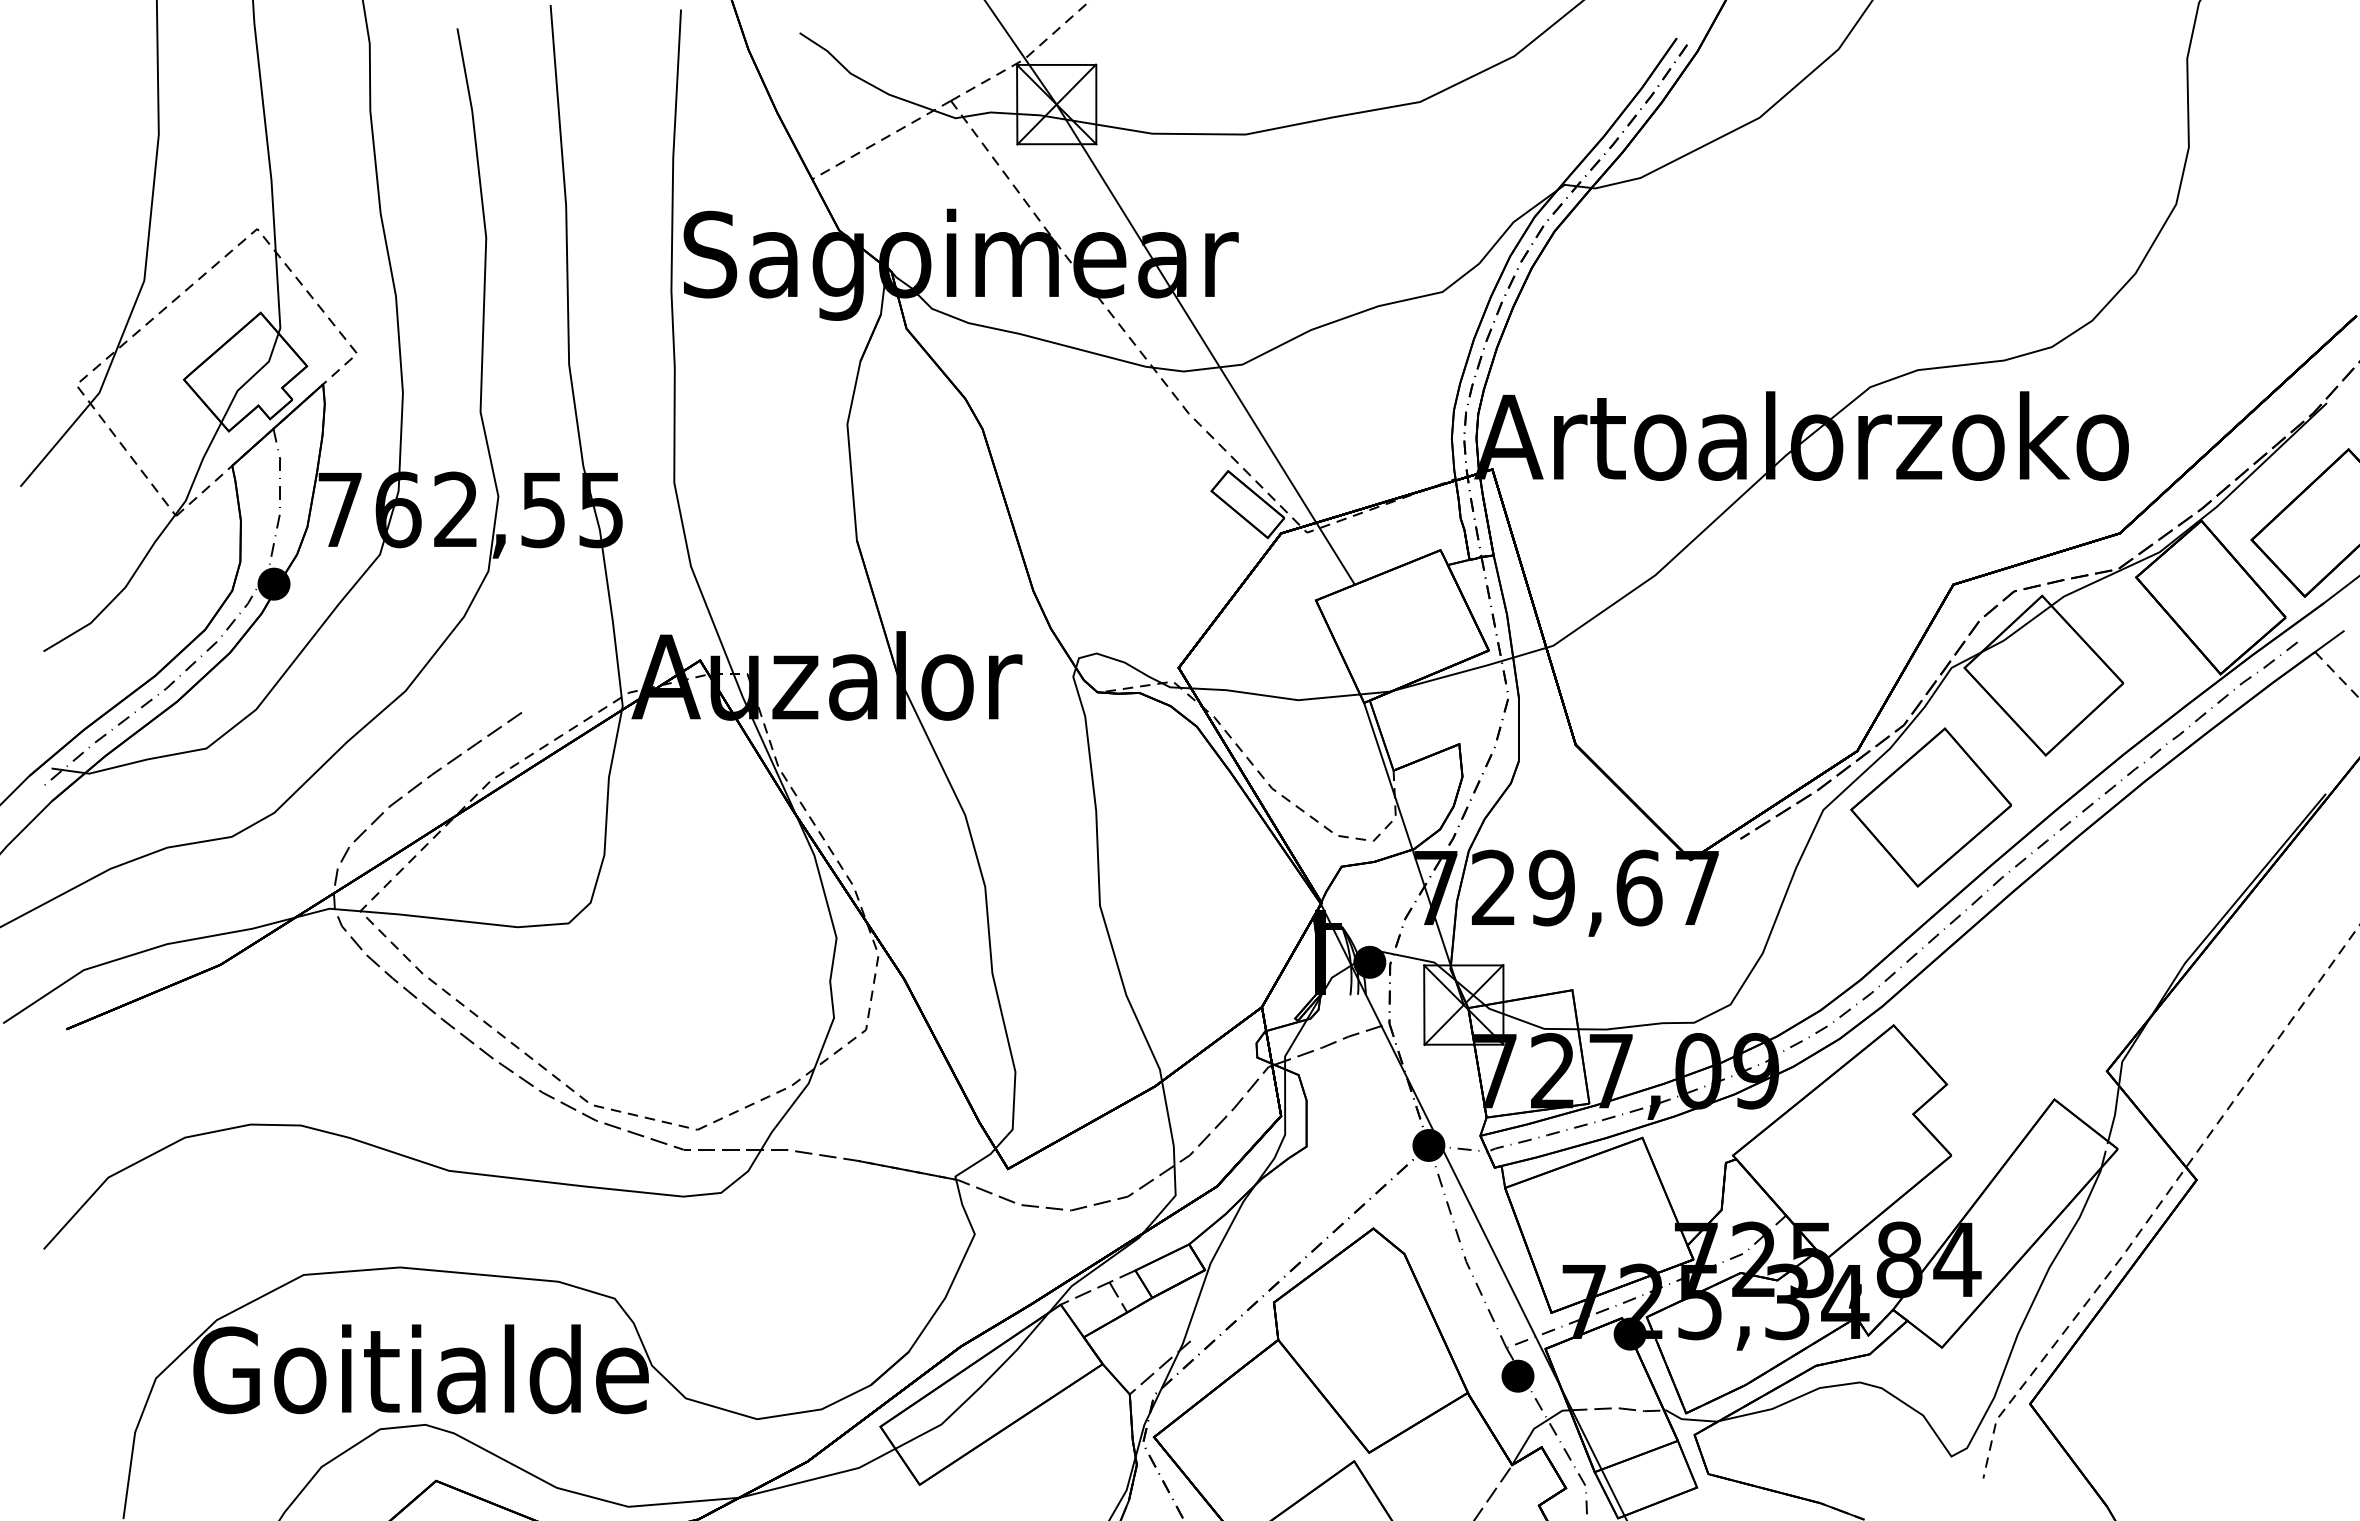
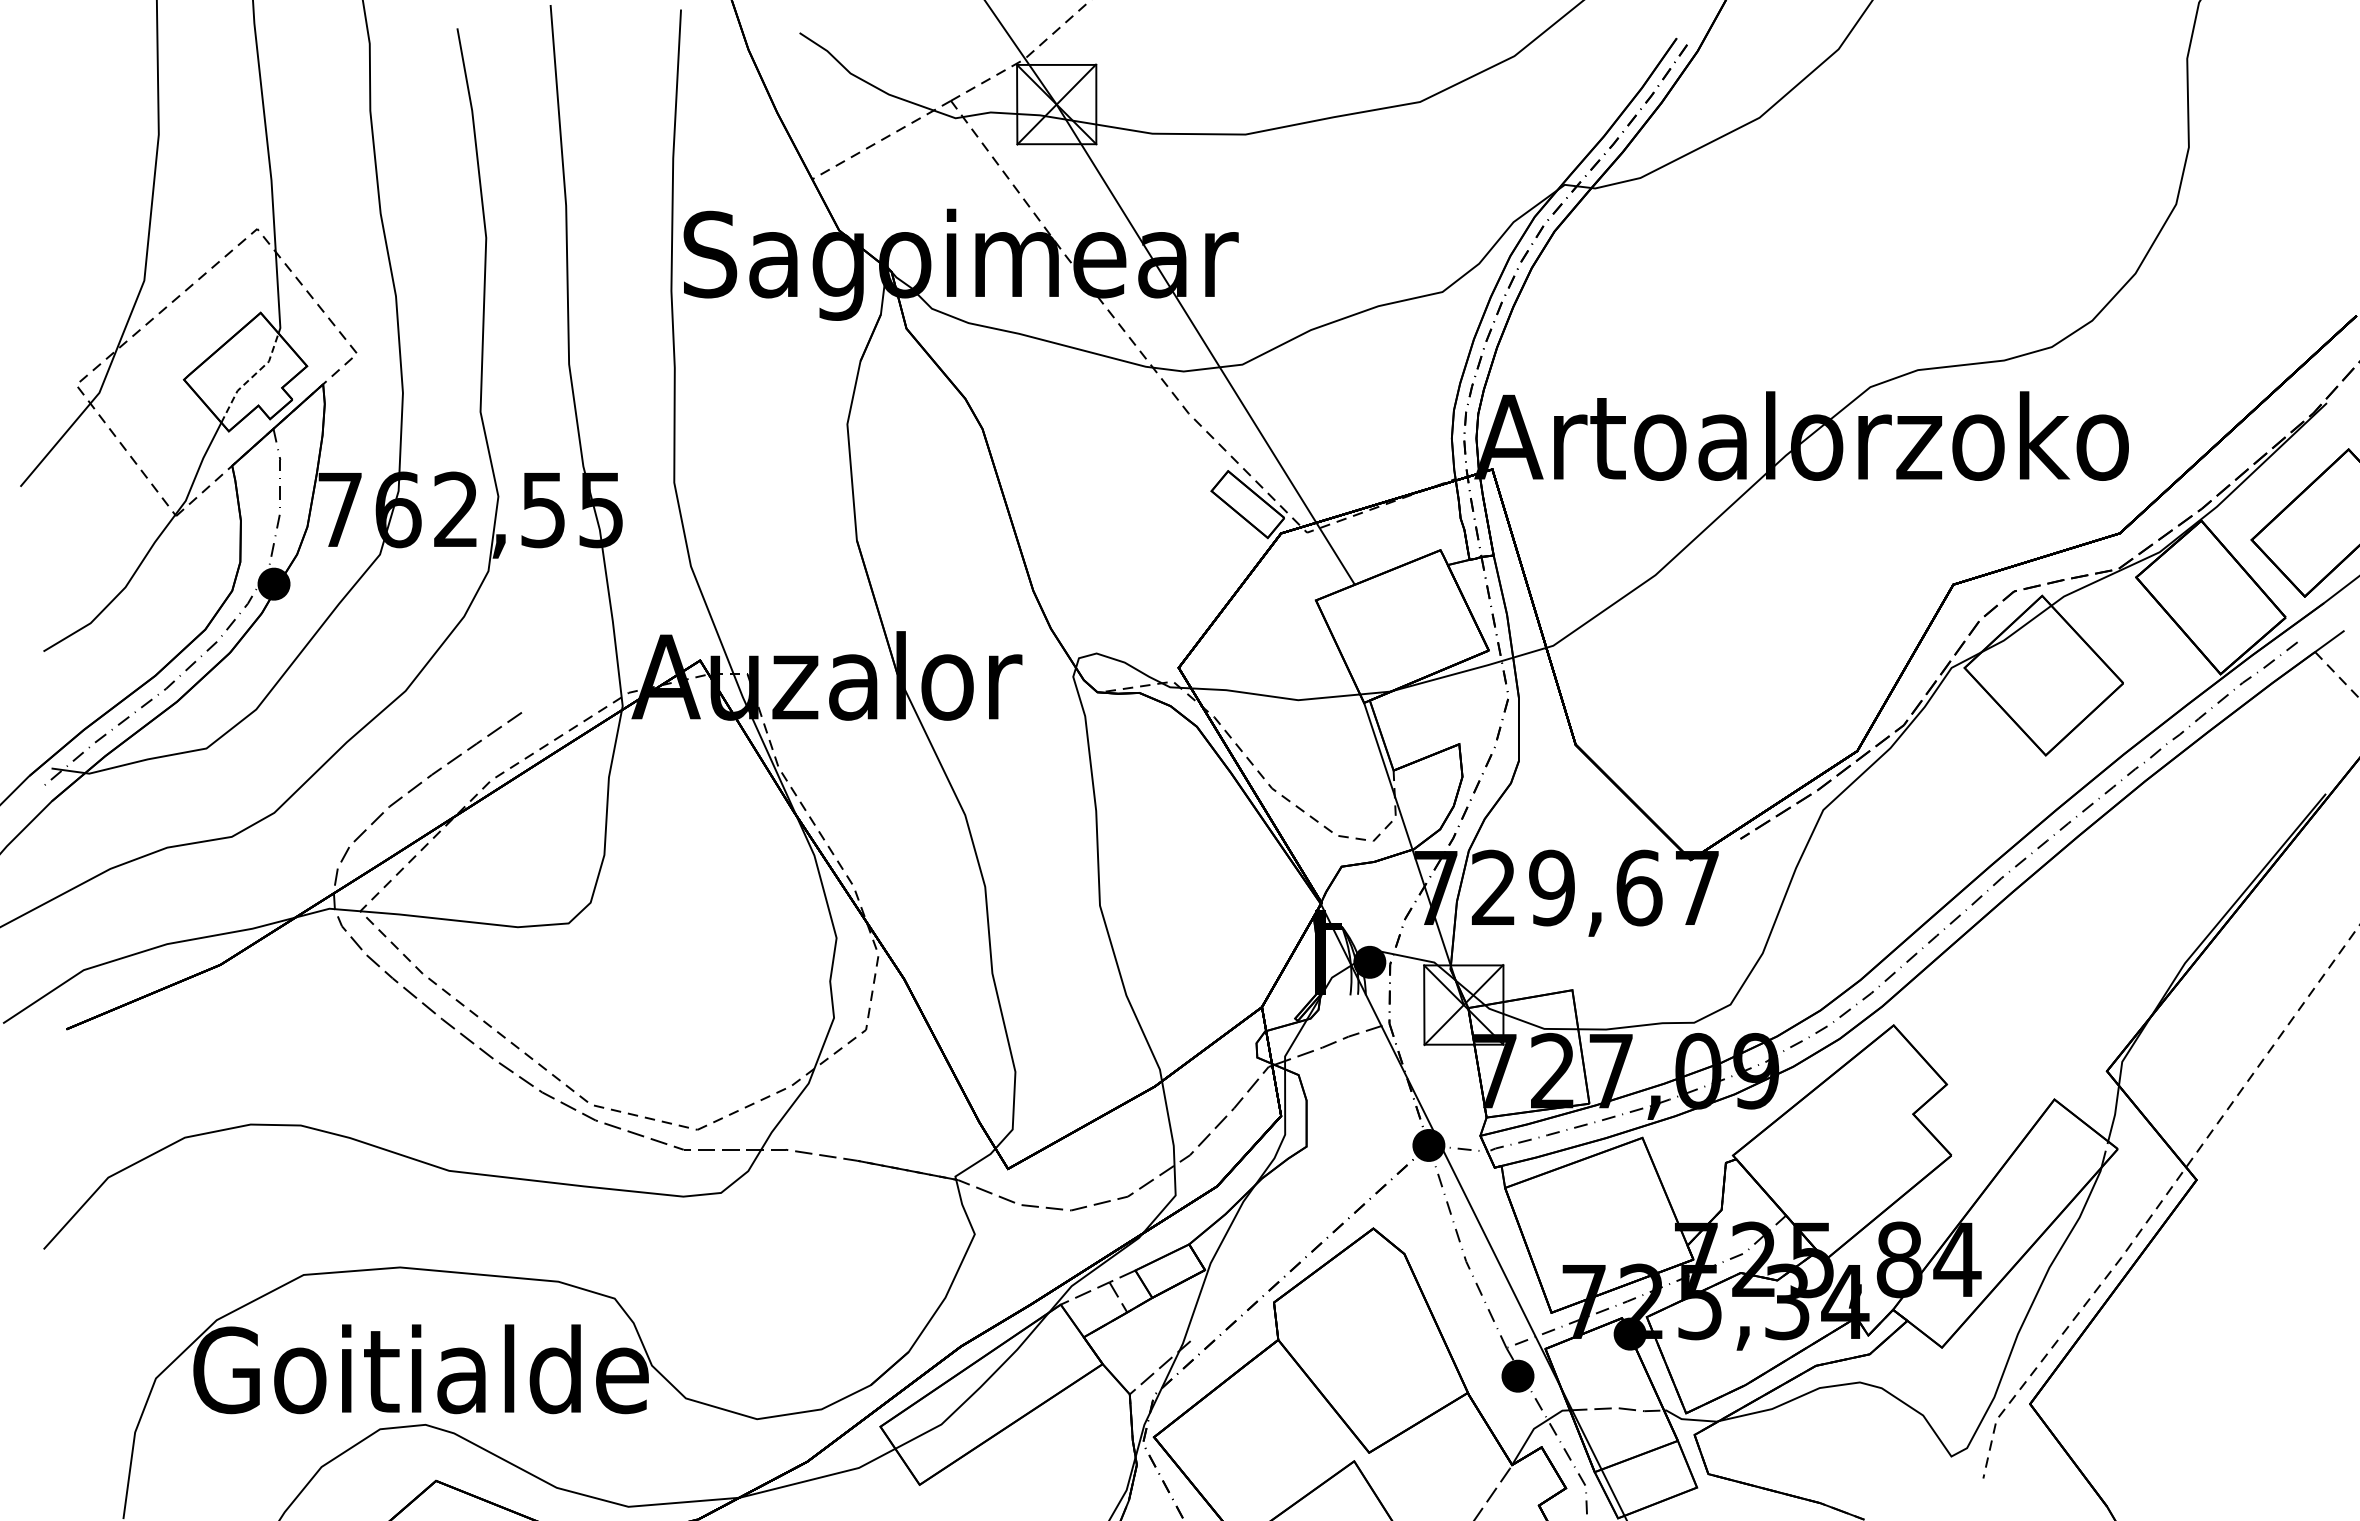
line at (251, 377): solid -> dashed
part at (1930, 807): present -> none
